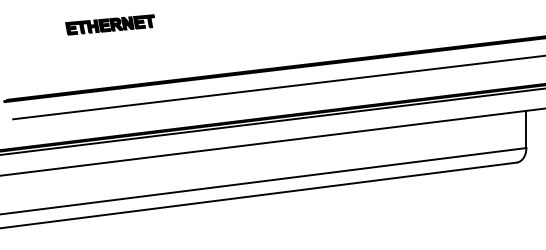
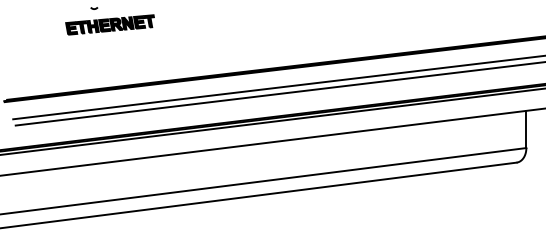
curve at (94, 8): none -> present
line at (278, 93): none -> present
